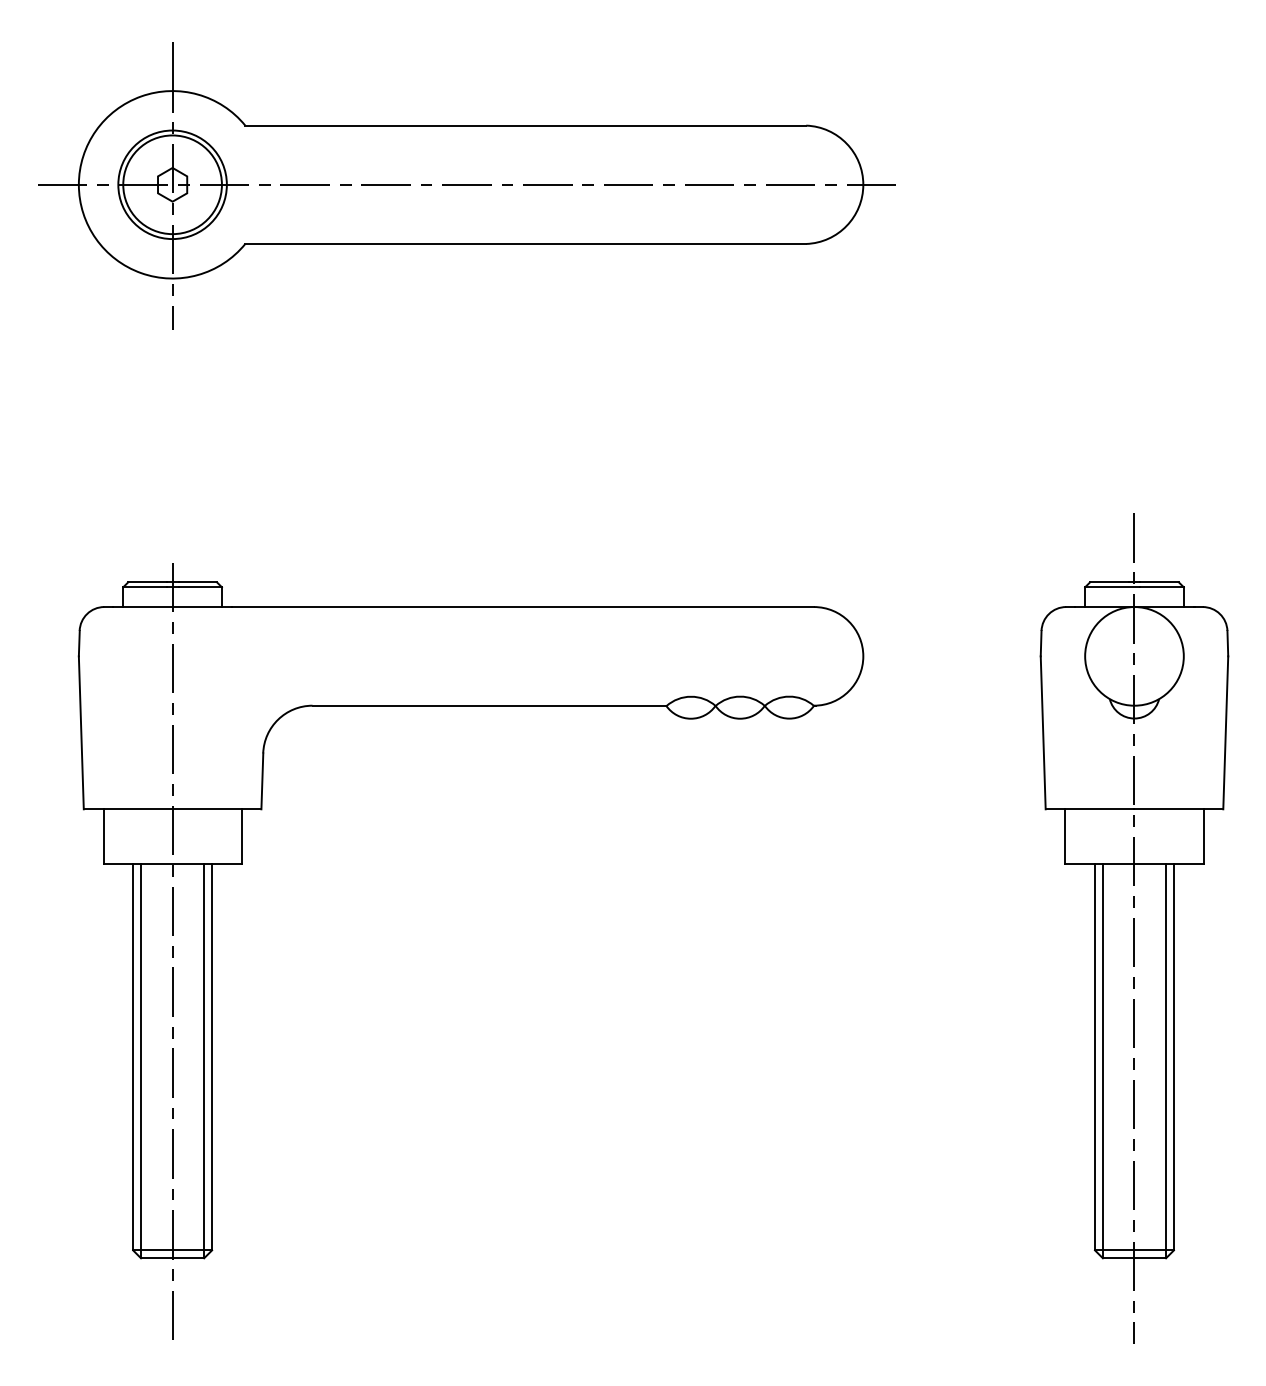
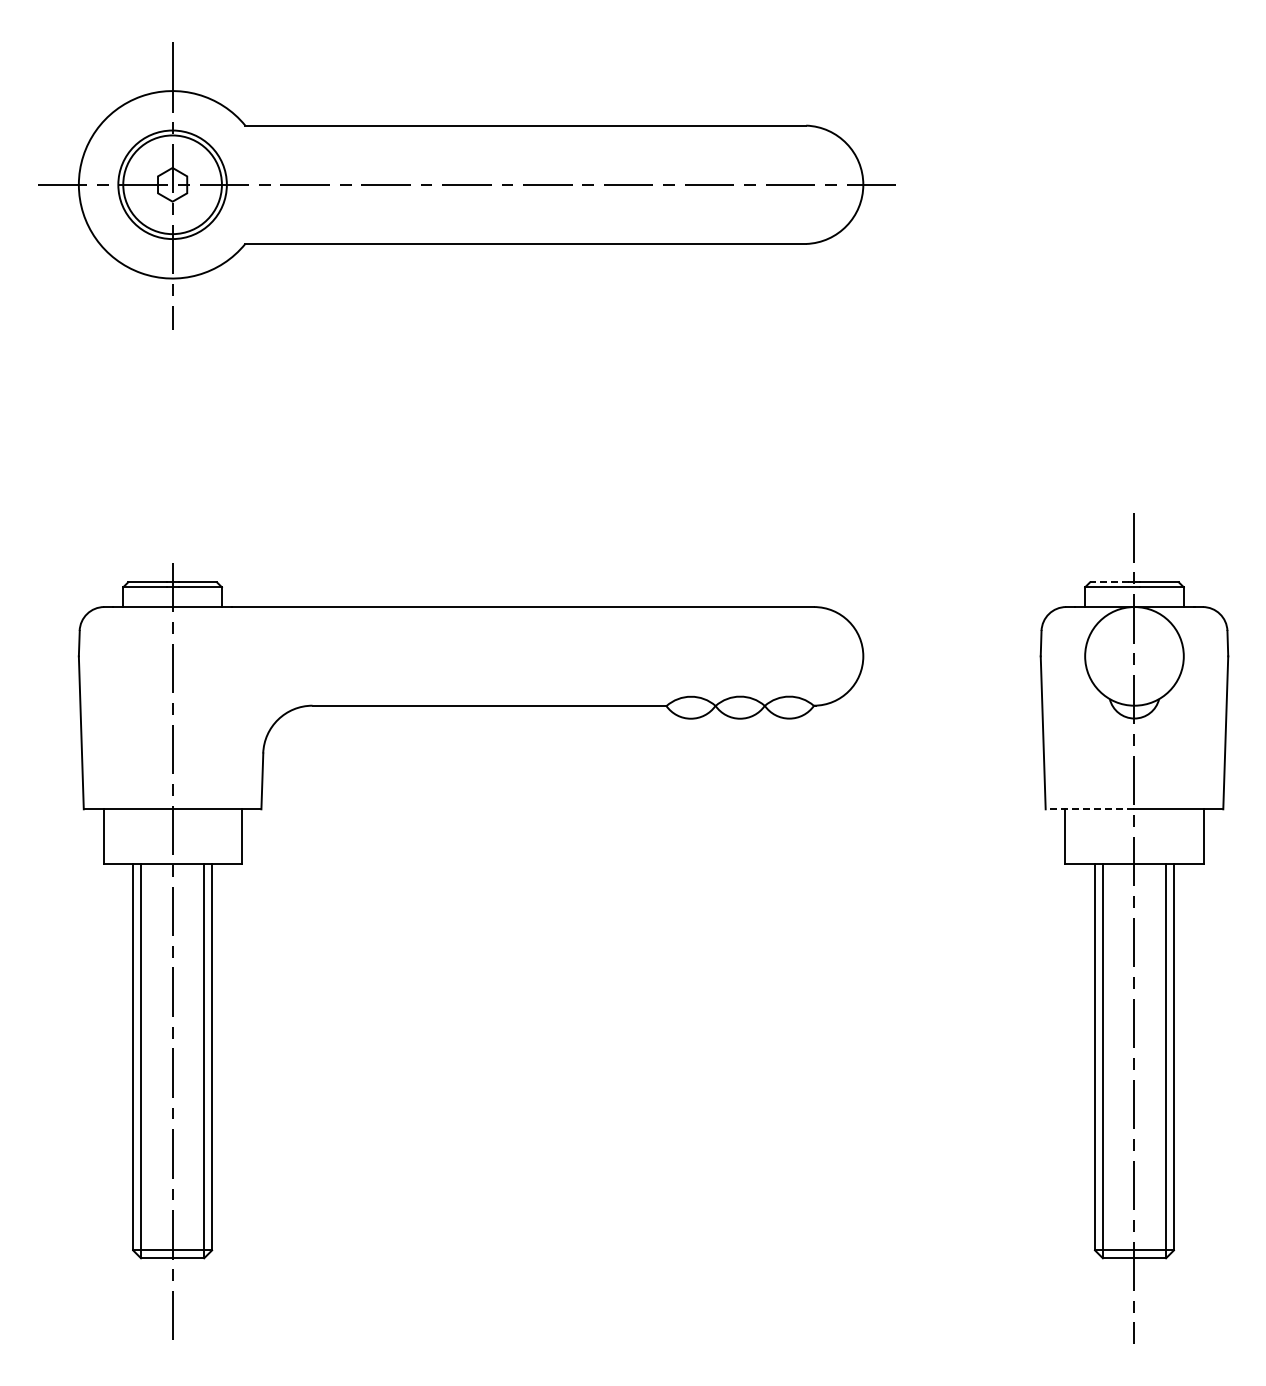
line at (1108, 582): solid -> dashed
line at (1089, 809): solid -> dashed
